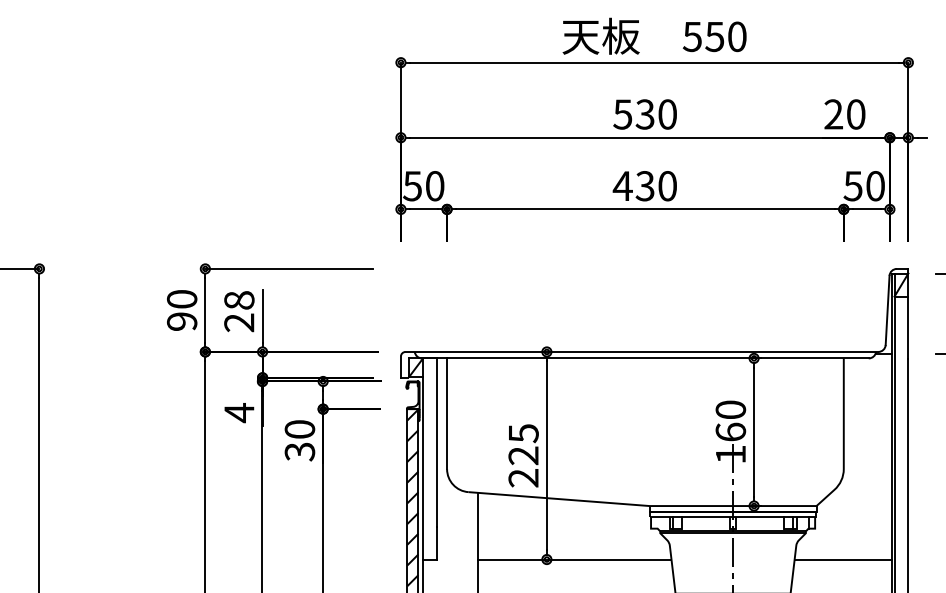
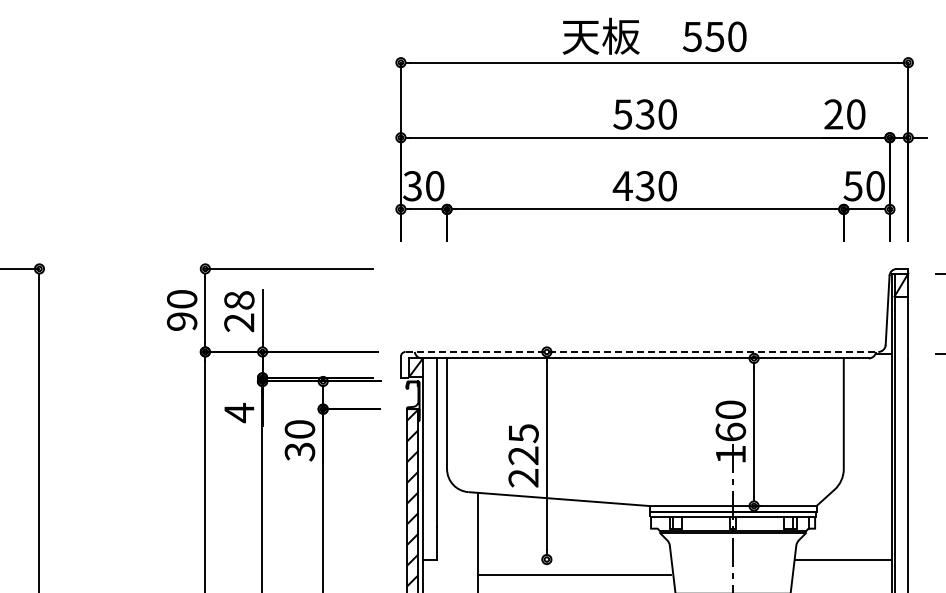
text at (412, 185): 50 -> 30
line at (642, 351): solid -> dashed
line at (574, 559) position: (574, 559) -> (574, 574)
